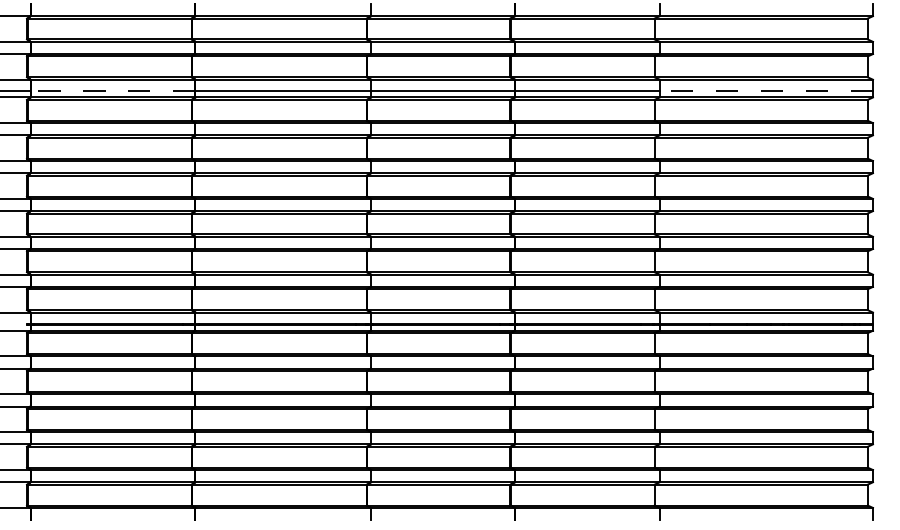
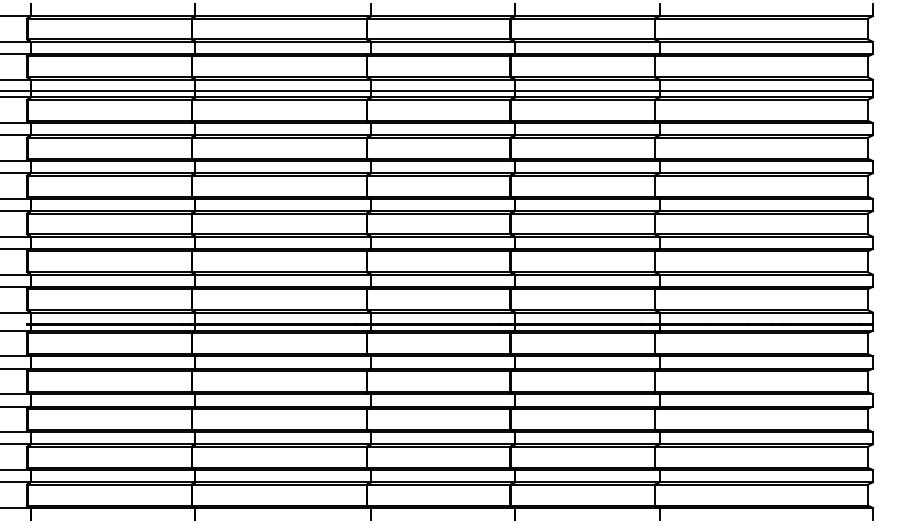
line at (112, 91): dashed -> solid
line at (766, 91): dashed -> solid
